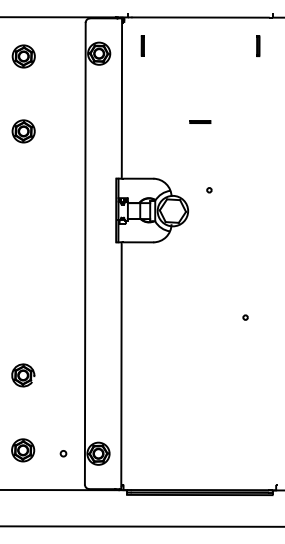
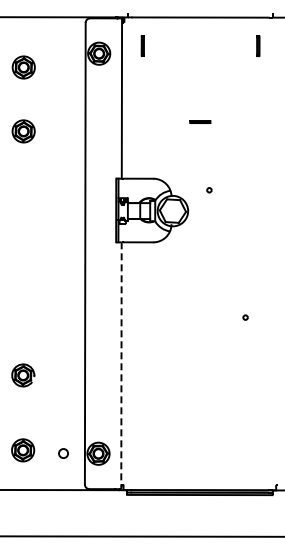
part at (23, 56) position: (23, 56) -> (23, 67)
line at (121, 366): solid -> dashed
circle at (63, 453) size: 9x8 px -> 11x11 px
line at (141, 526) position: (141, 526) -> (141, 536)
